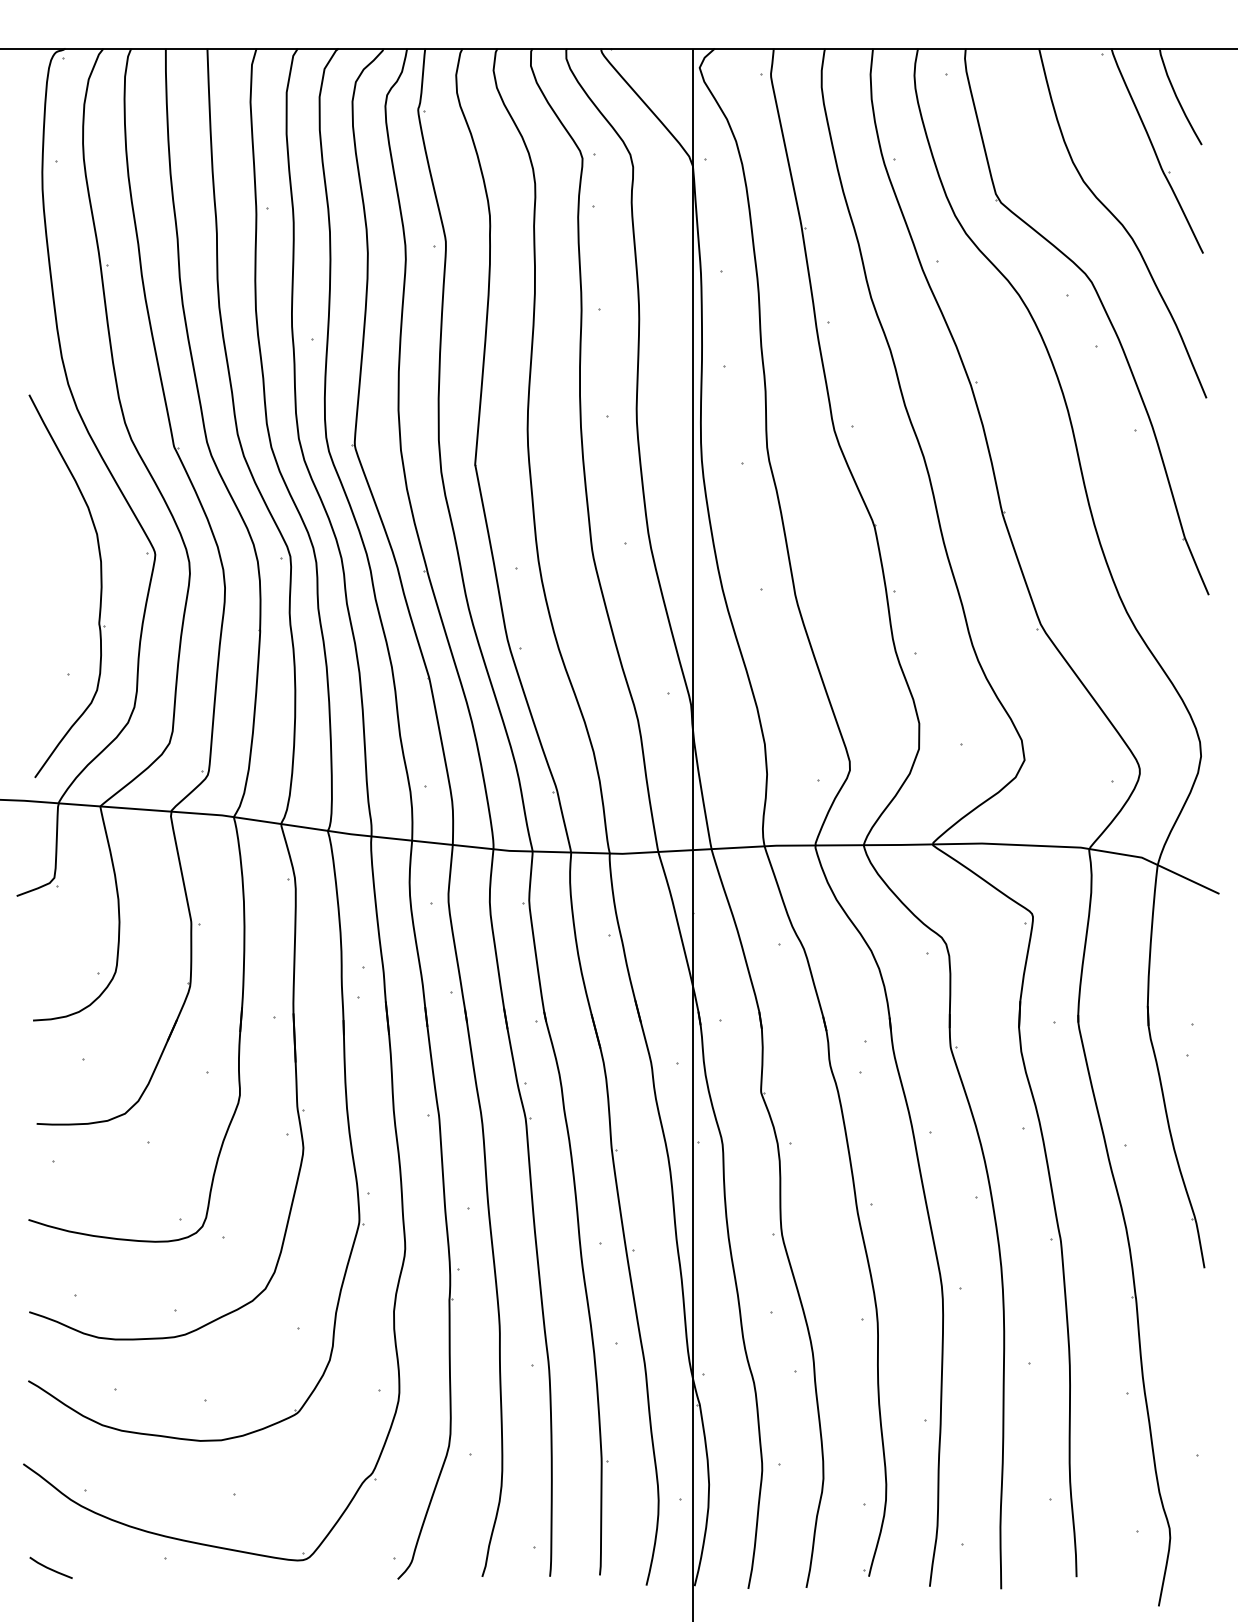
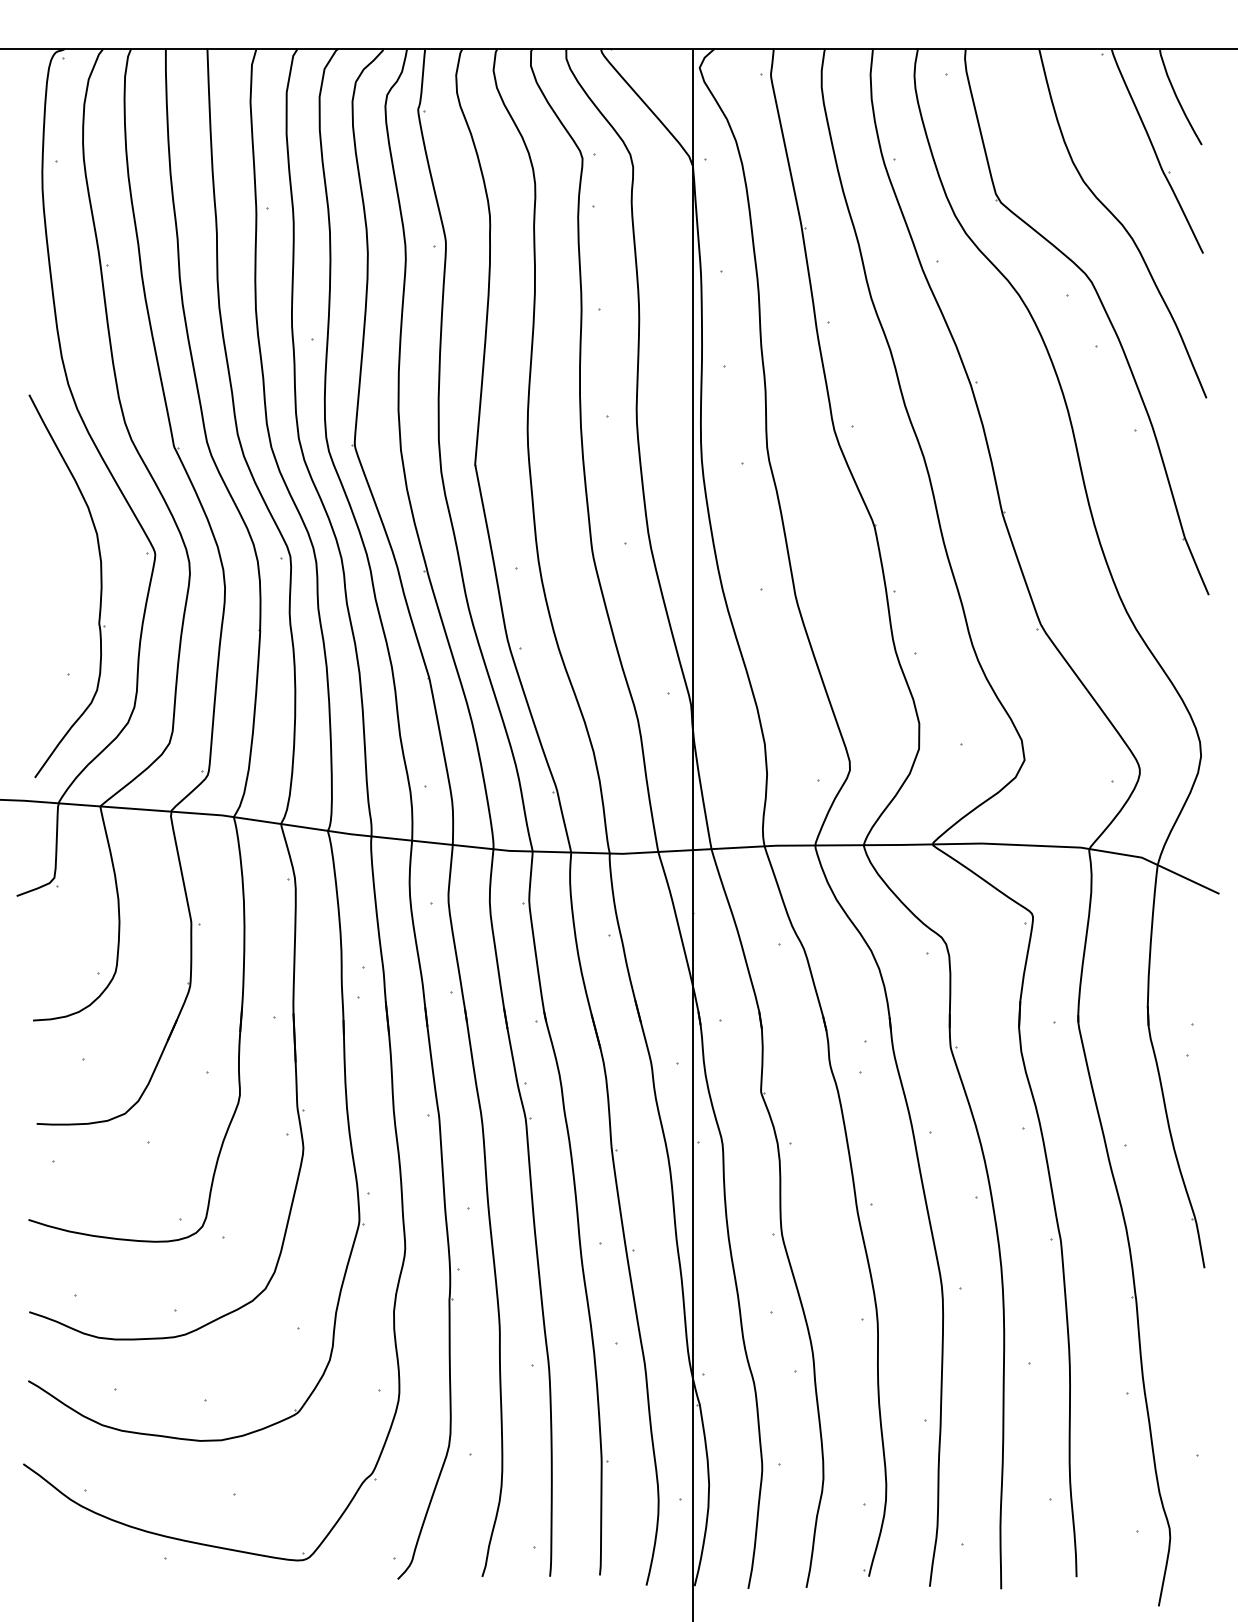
line at (49, 1567): present -> none
